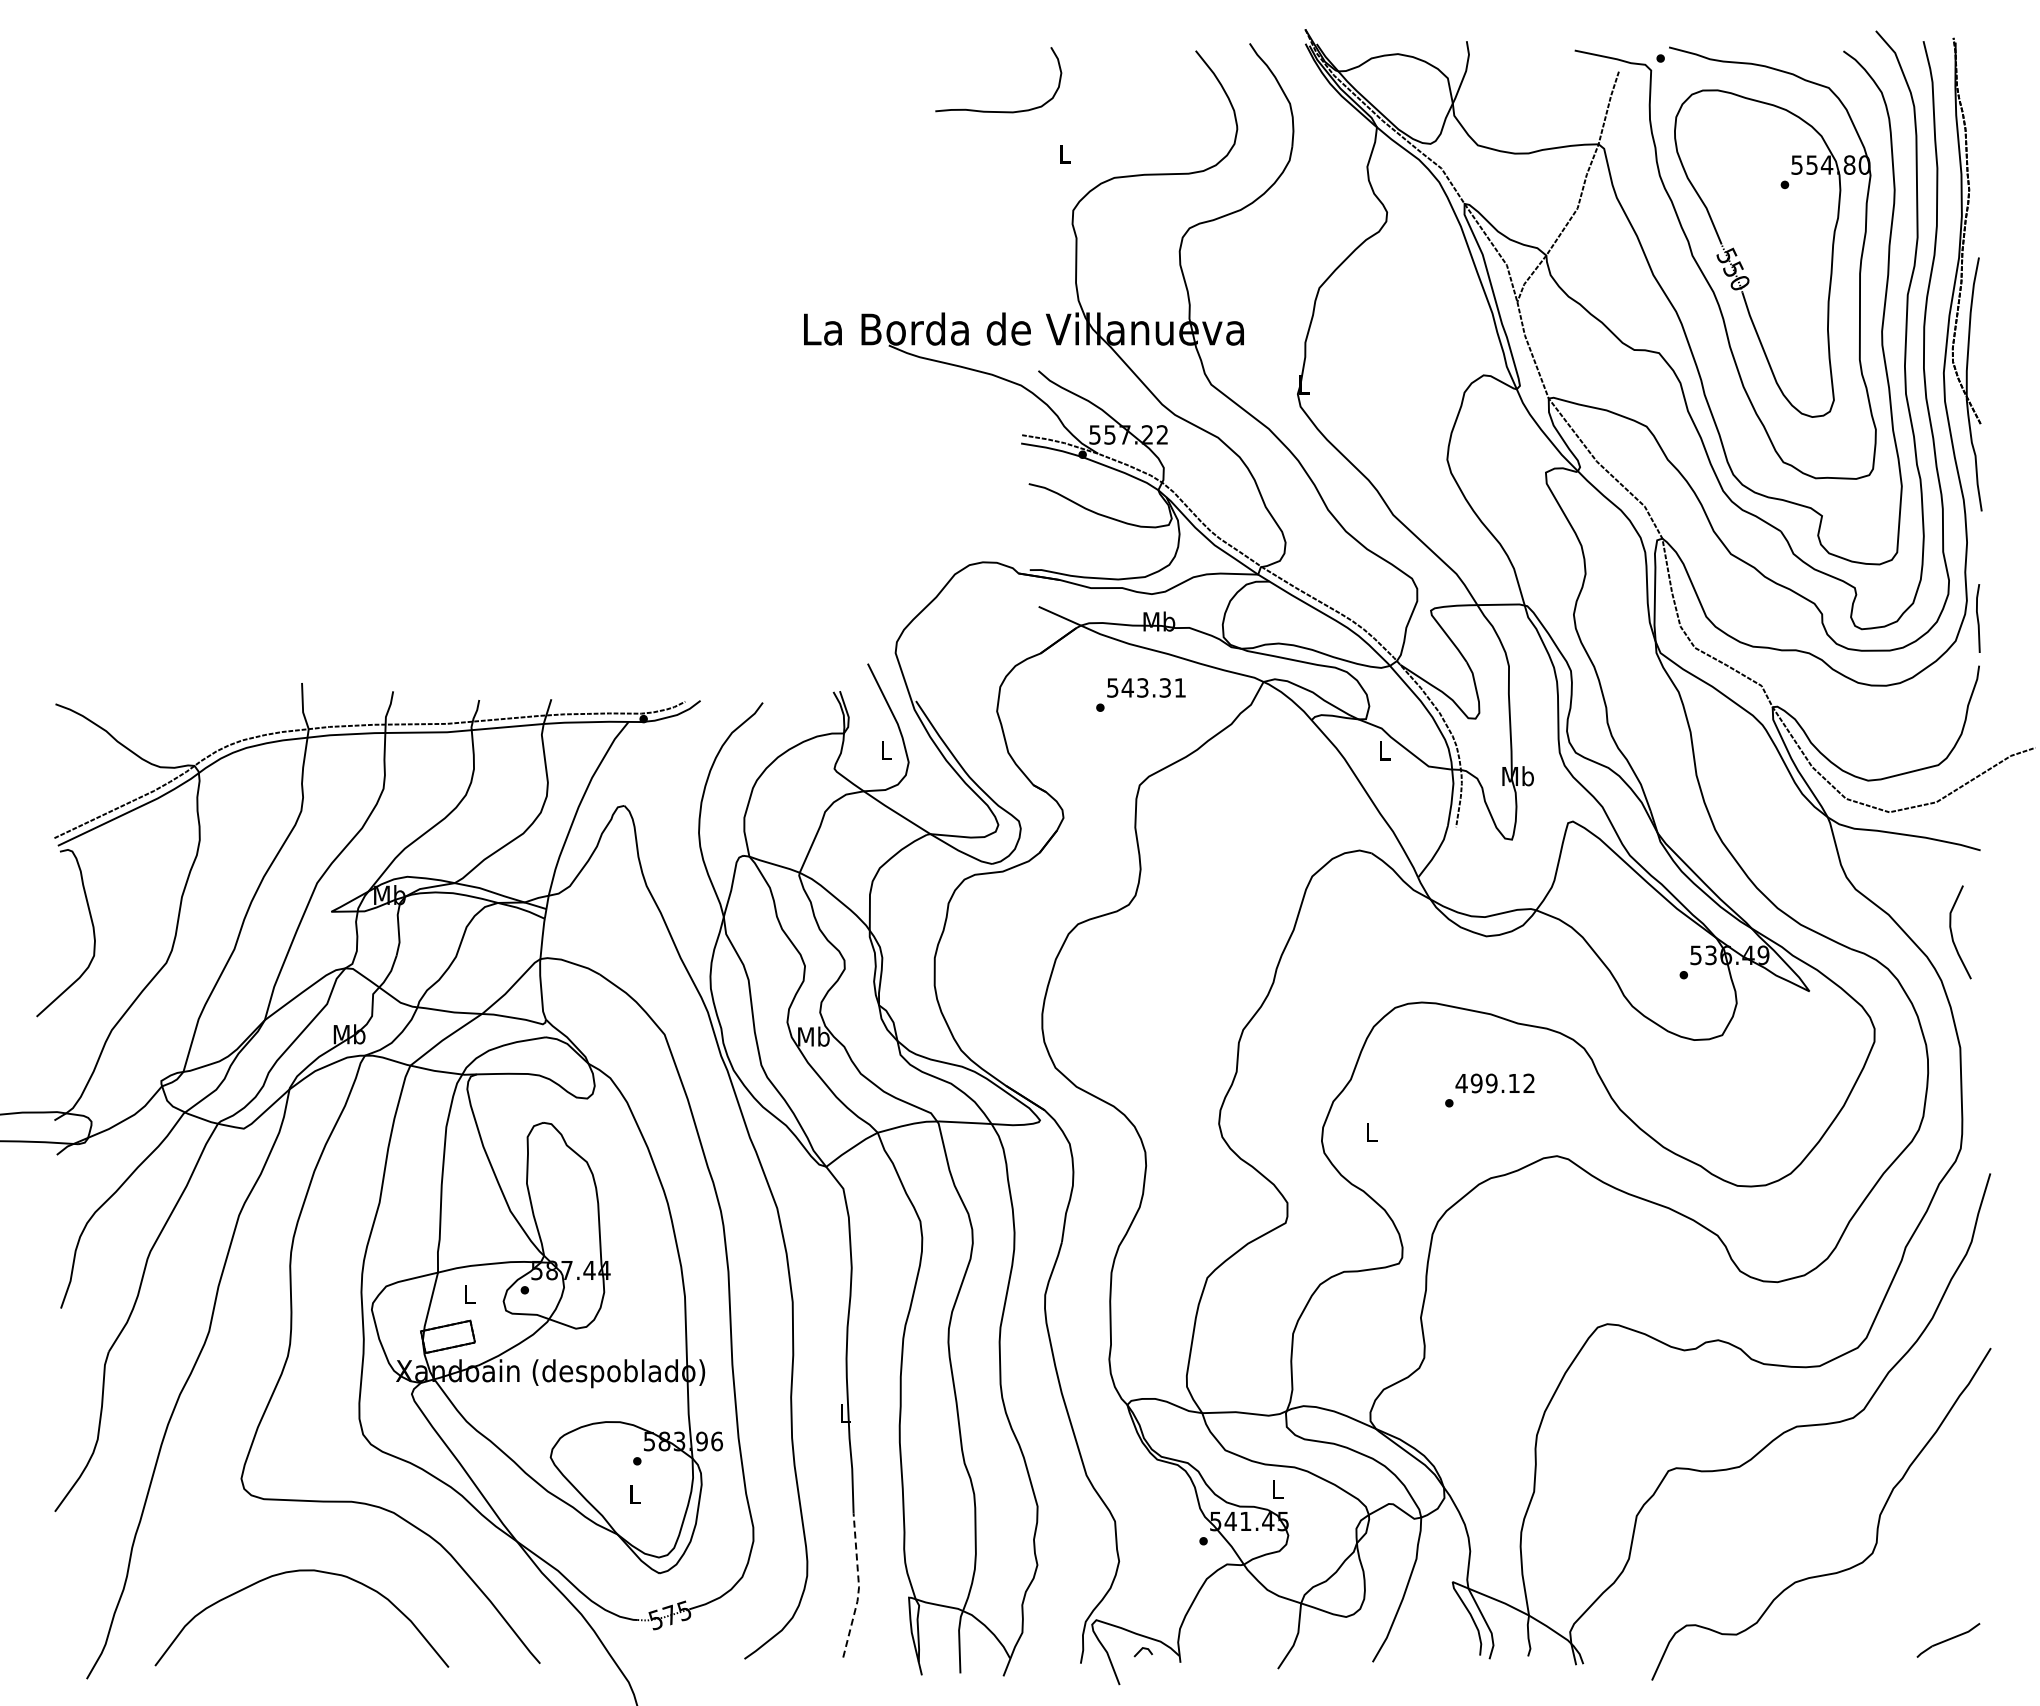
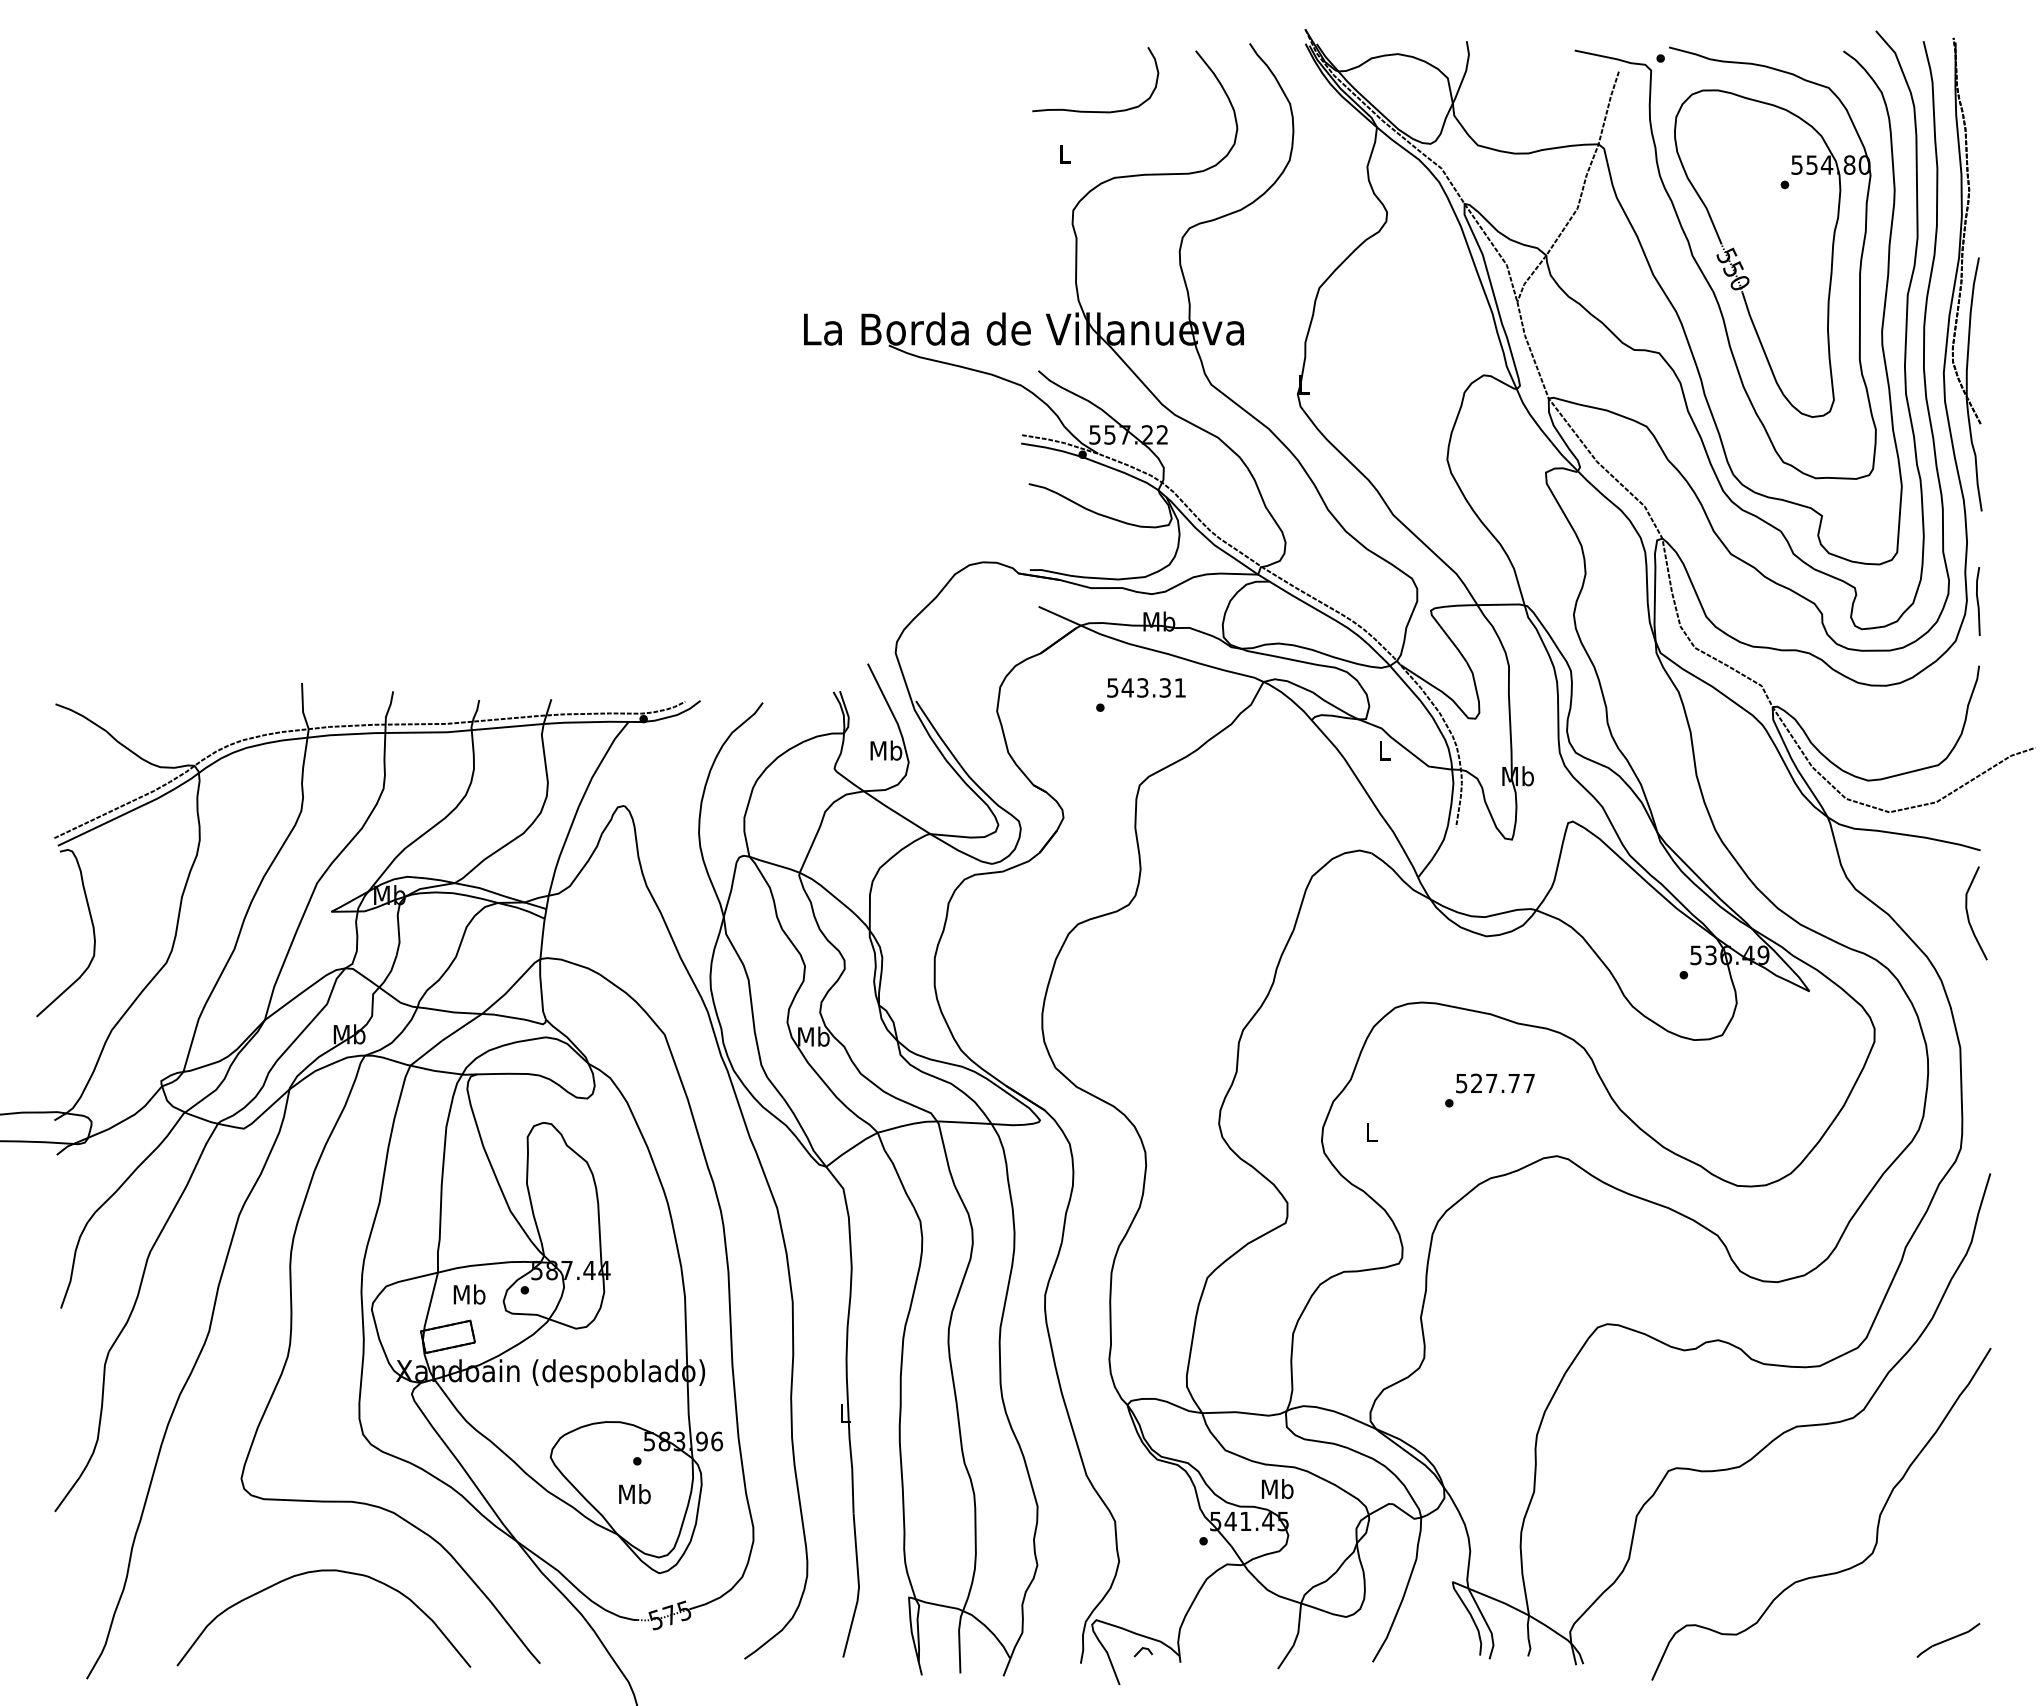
curve at (998, 111) position: (998, 111) -> (1095, 111)
line at (1978, 618) position: (1978, 618) -> (1978, 601)
text at (886, 750): L -> Mb
curve at (1952, 932) position: (1952, 932) -> (1968, 913)
text at (1494, 1083): 499.12 -> 527.77
text at (469, 1294): L -> Mb
text at (1277, 1489): L -> Mb
text at (634, 1494): L -> Mb
curve at (294, 1572) position: (294, 1572) -> (316, 1572)
line at (859, 1587): dashed -> solid
